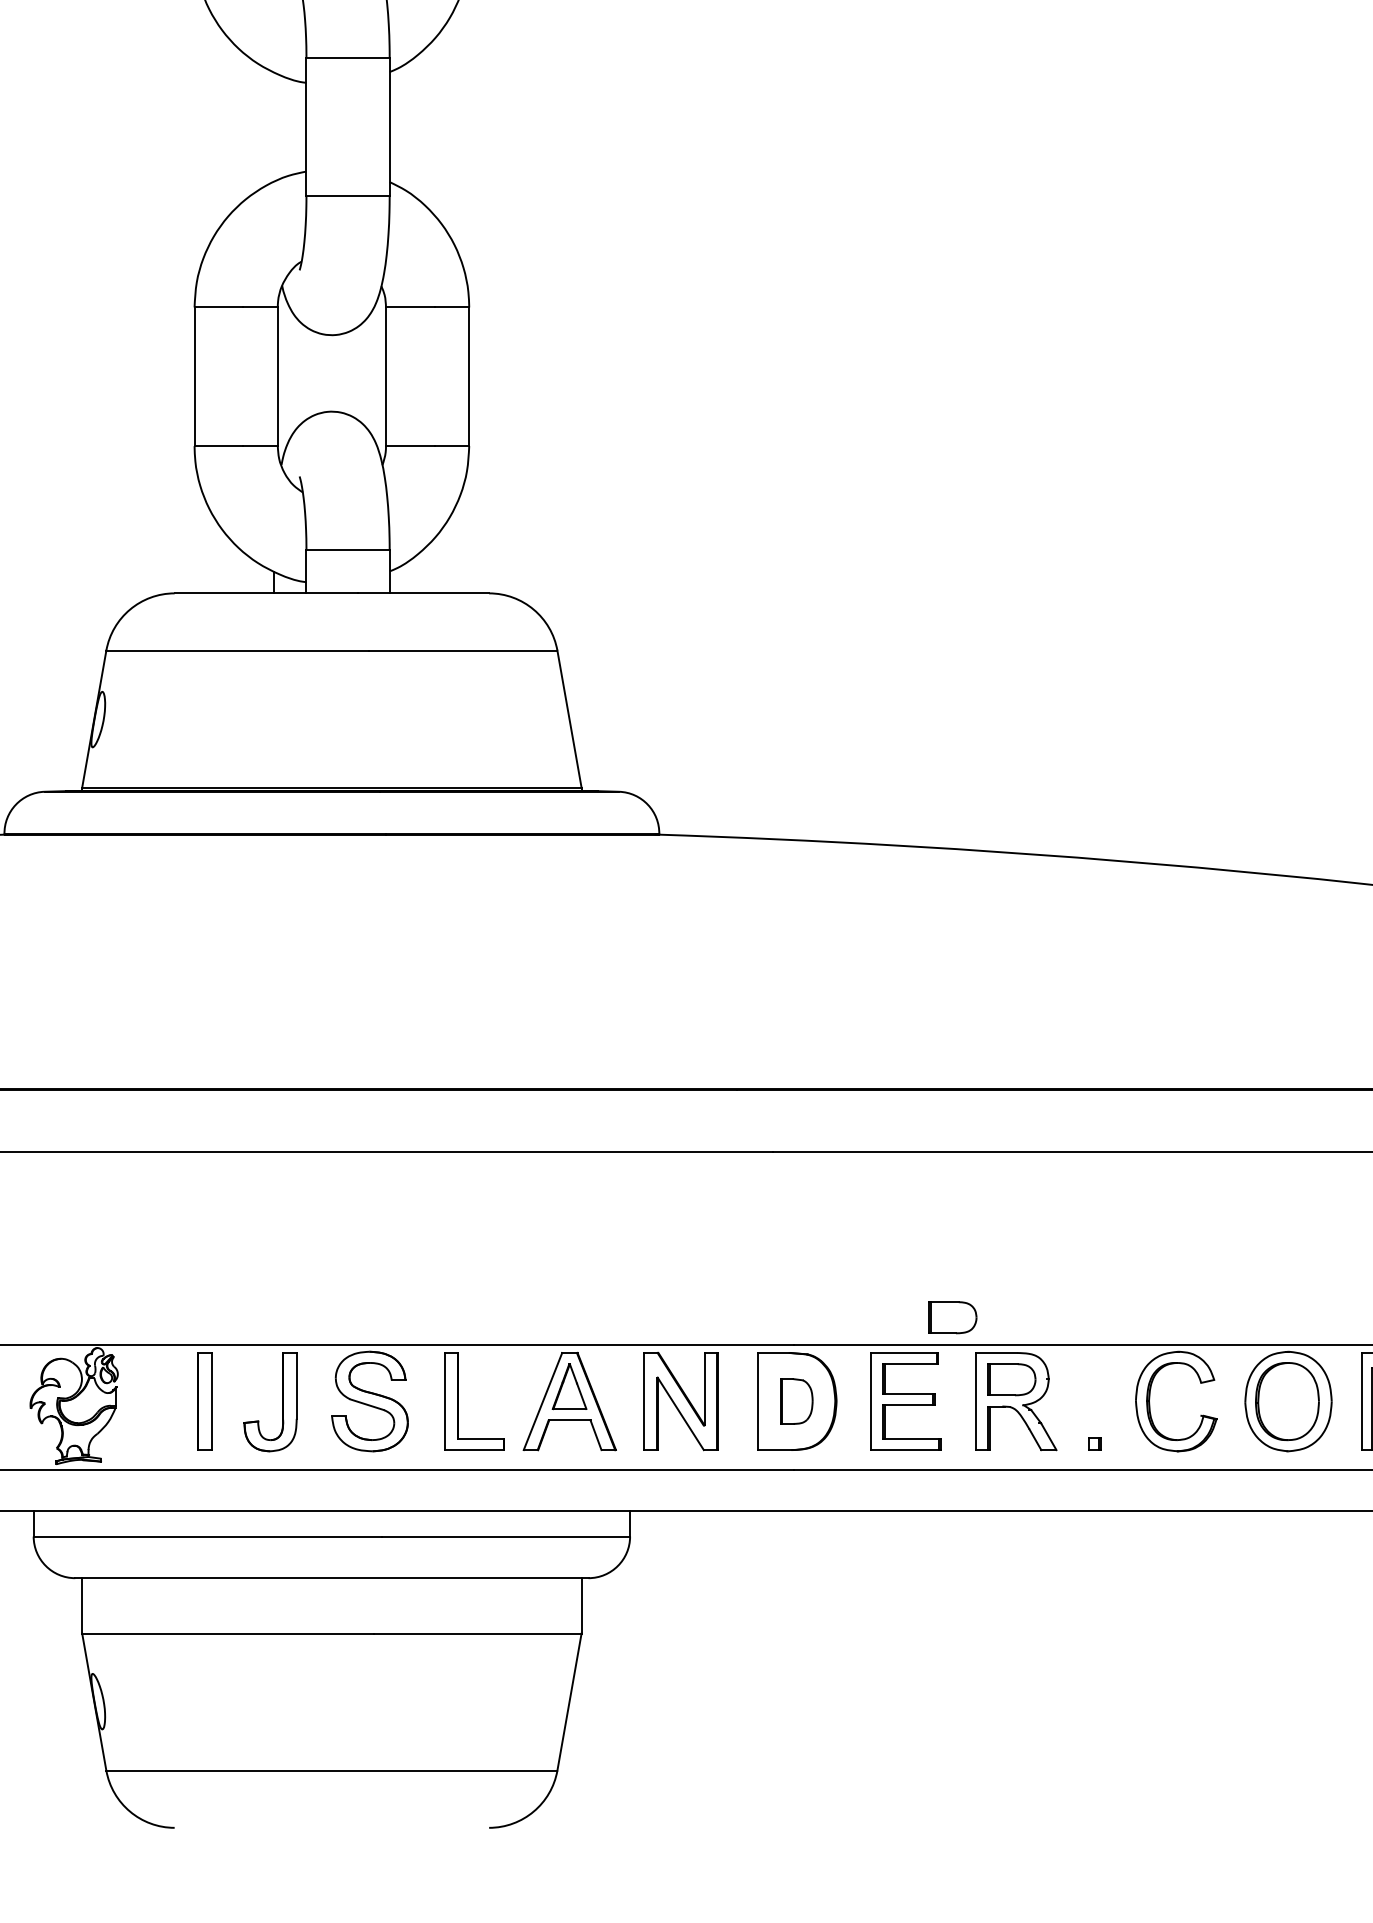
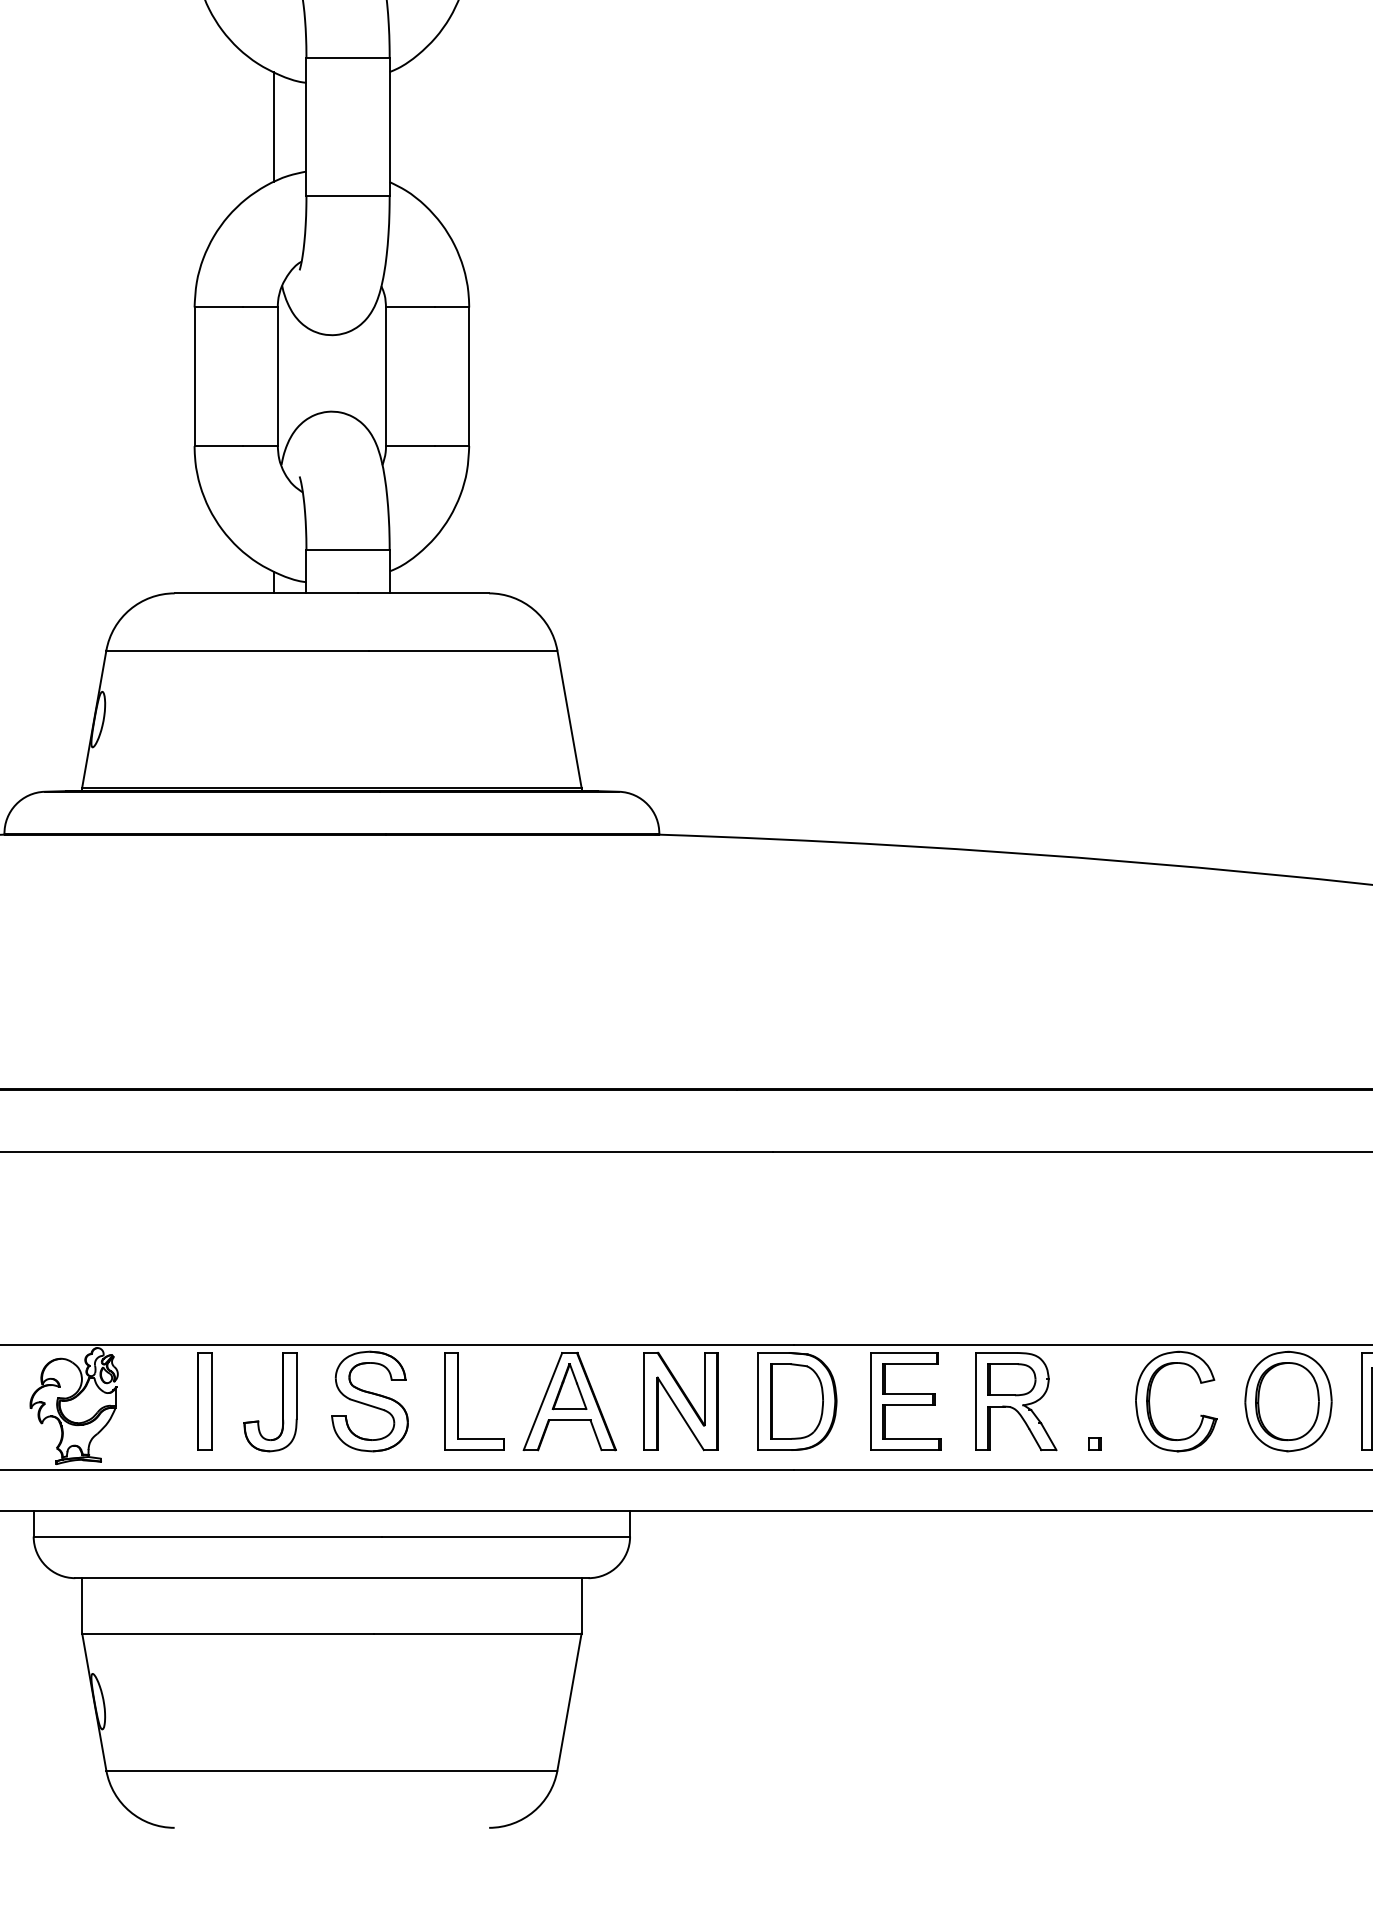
line at (274, 127): none -> present
part at (952, 1317): present -> none
part at (796, 1401) size: 34x47 px -> 54x77 px
